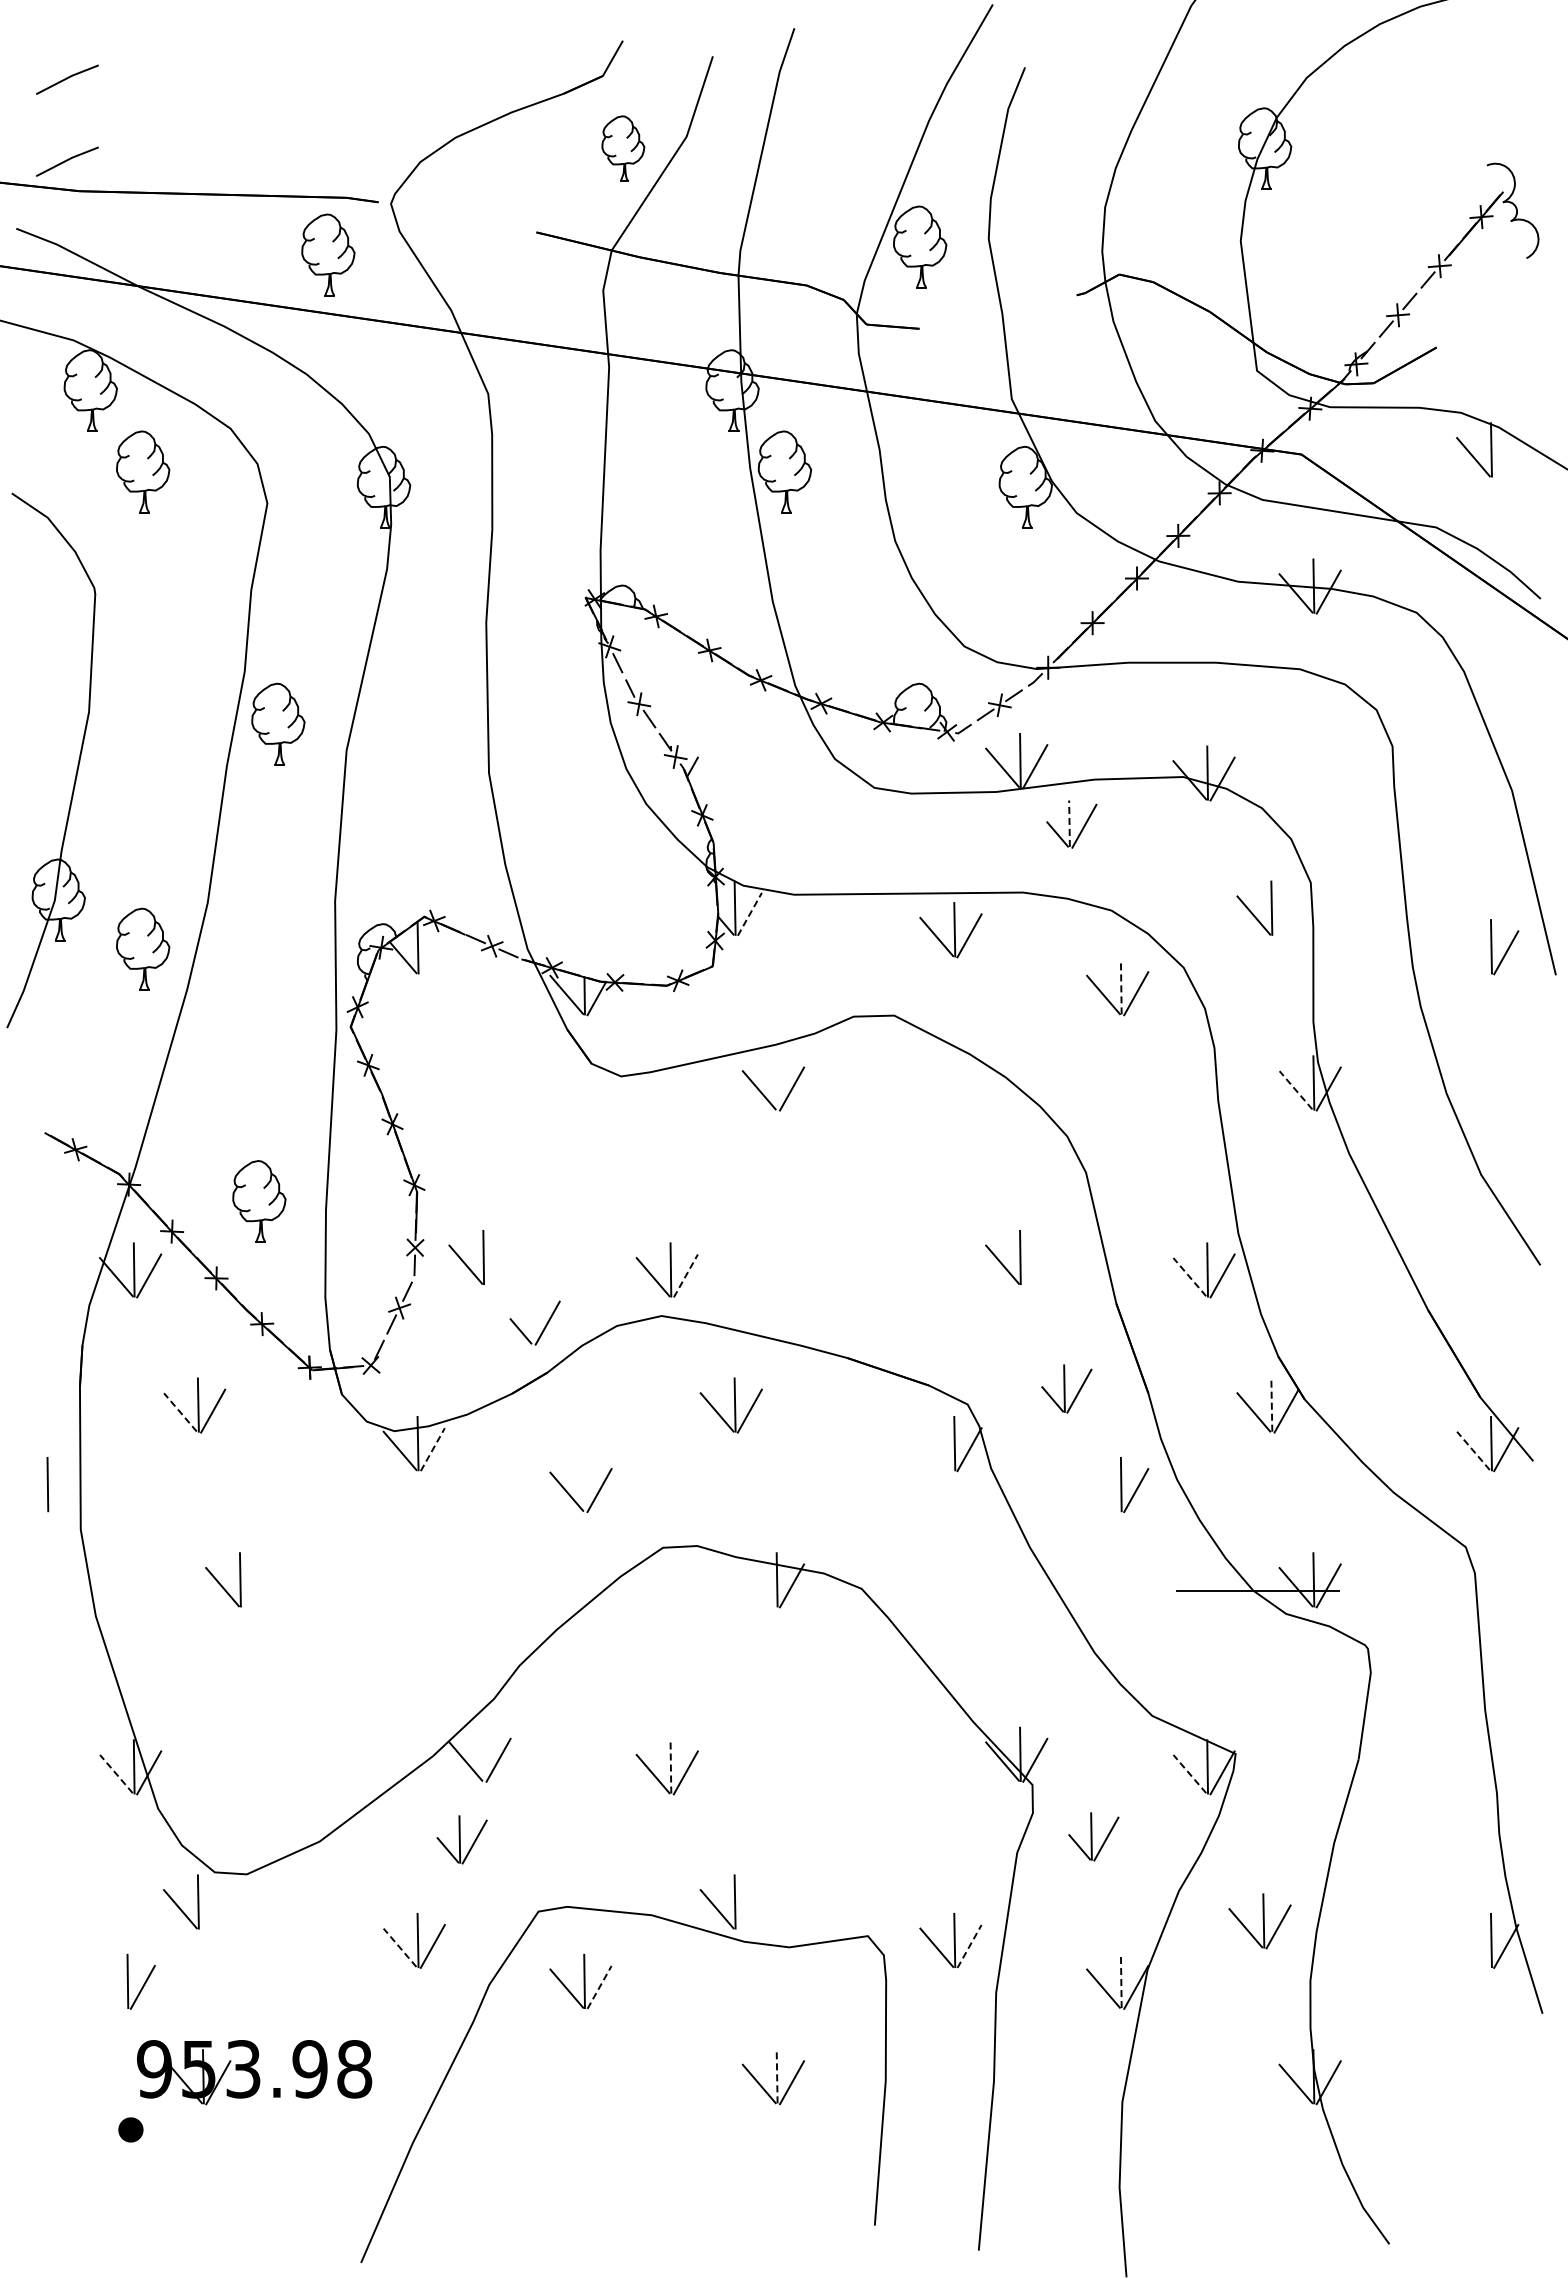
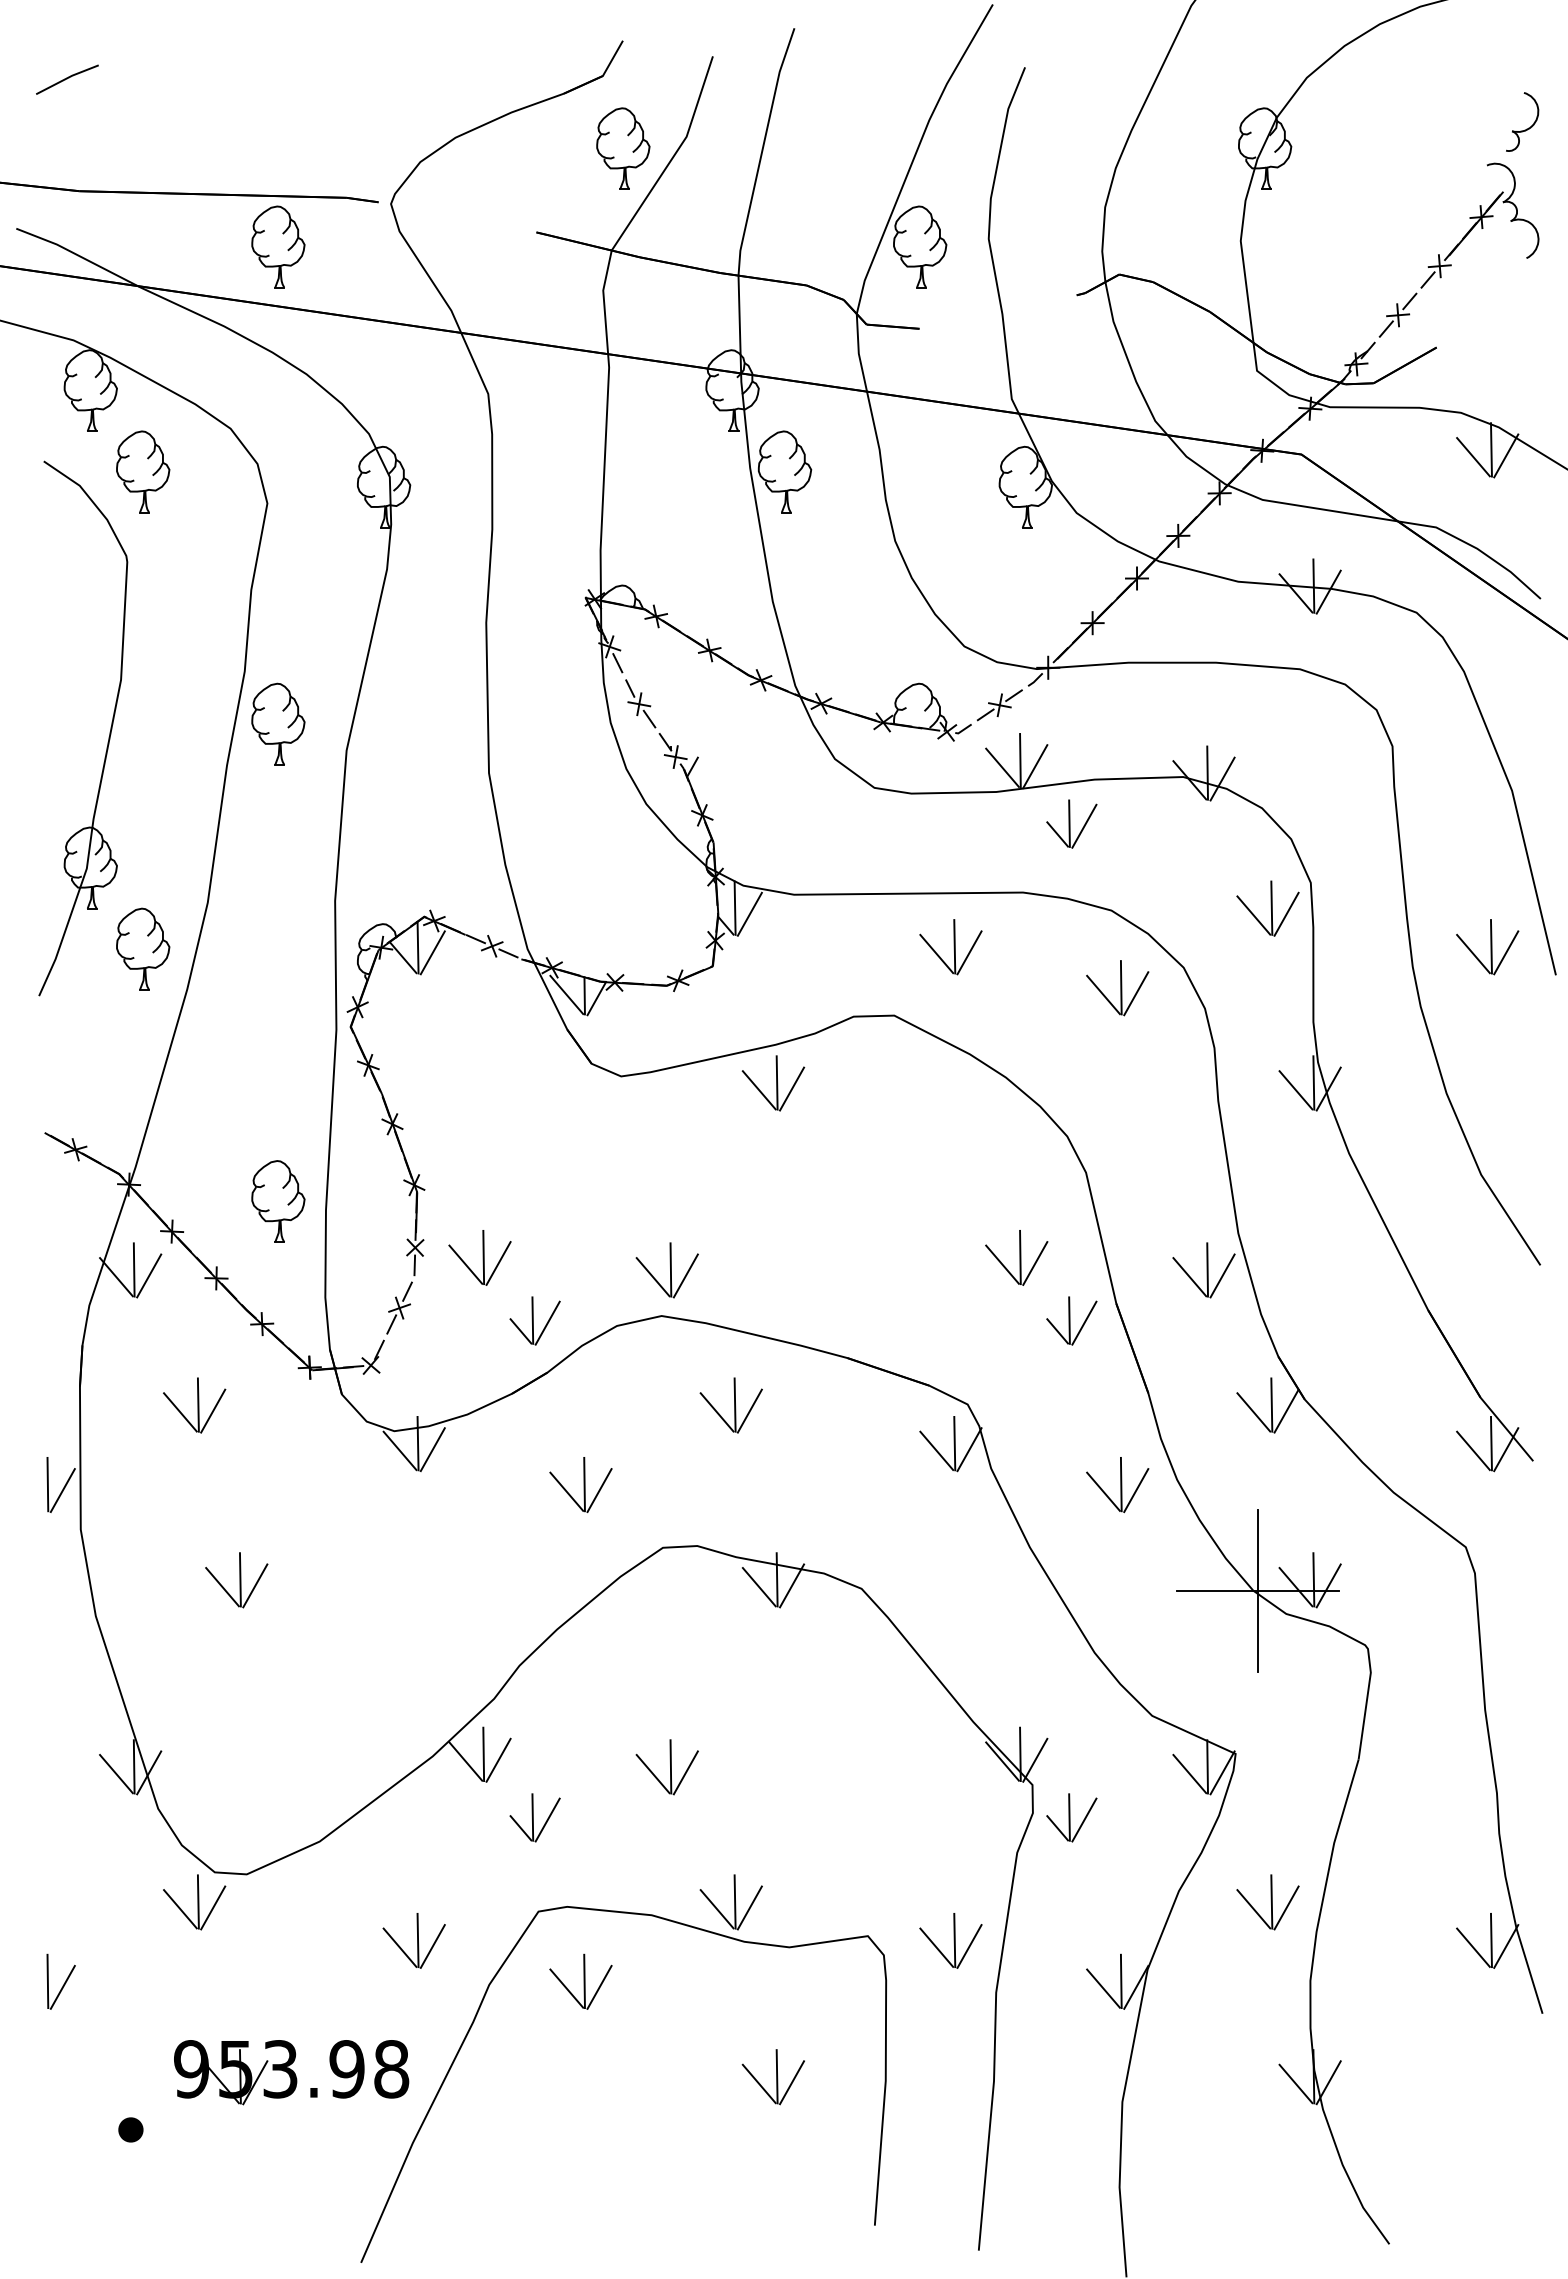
part at (1526, 128): none -> present
part at (623, 148) size: 45x67 px -> 55x83 px
line at (67, 161): present -> none
part at (328, 254) position: (328, 254) -> (278, 246)
line at (1506, 455): none -> present
part at (77, 764) position: (77, 764) -> (109, 732)
line at (1069, 823): dashed -> solid
line at (1286, 913): none -> present
line at (749, 914): dashed -> solid
part at (950, 930) position: (950, 930) -> (950, 947)
line at (432, 952): none -> present
line at (1473, 953): none -> present
line at (1121, 987): dashed -> solid
line at (776, 1082): none -> present
line at (1295, 1089): dashed -> solid
part at (259, 1201) position: (259, 1201) -> (278, 1201)
line at (498, 1263): none -> present
line at (1035, 1263): none -> present
line at (685, 1275): dashed -> solid
line at (1189, 1276): dashed -> solid
line at (532, 1320): none -> present
part at (1066, 1388) position: (1066, 1388) -> (1071, 1320)
line at (1271, 1405): dashed -> solid
line at (180, 1412): dashed -> solid
line at (432, 1449): dashed -> solid
line at (936, 1450): none -> present
line at (1473, 1450): dashed -> solid
line at (584, 1484): none -> present
line at (62, 1490): none -> present
line at (1103, 1491): none -> present
line at (255, 1585): none -> present
line at (758, 1587): none -> present
line at (1258, 1590): none -> present
line at (483, 1754): none -> present
line at (670, 1766): dashed -> solid
line at (116, 1773): dashed -> solid
line at (1189, 1773): dashed -> solid
part at (1093, 1836) position: (1093, 1836) -> (1071, 1817)
part at (461, 1839) position: (461, 1839) -> (534, 1817)
line at (213, 1907): none -> present
line at (749, 1907): none -> present
part at (1259, 1921) position: (1259, 1921) -> (1267, 1902)
line at (969, 1946): dashed -> solid
line at (399, 1947): dashed -> solid
line at (1473, 1947): none -> present
part at (140, 1981) position: (140, 1981) -> (60, 1981)
line at (1121, 1981): dashed -> solid
line at (599, 1987): dashed -> solid
part at (254, 2072) position: (254, 2072) -> (291, 2072)
line at (777, 2076): dashed -> solid
